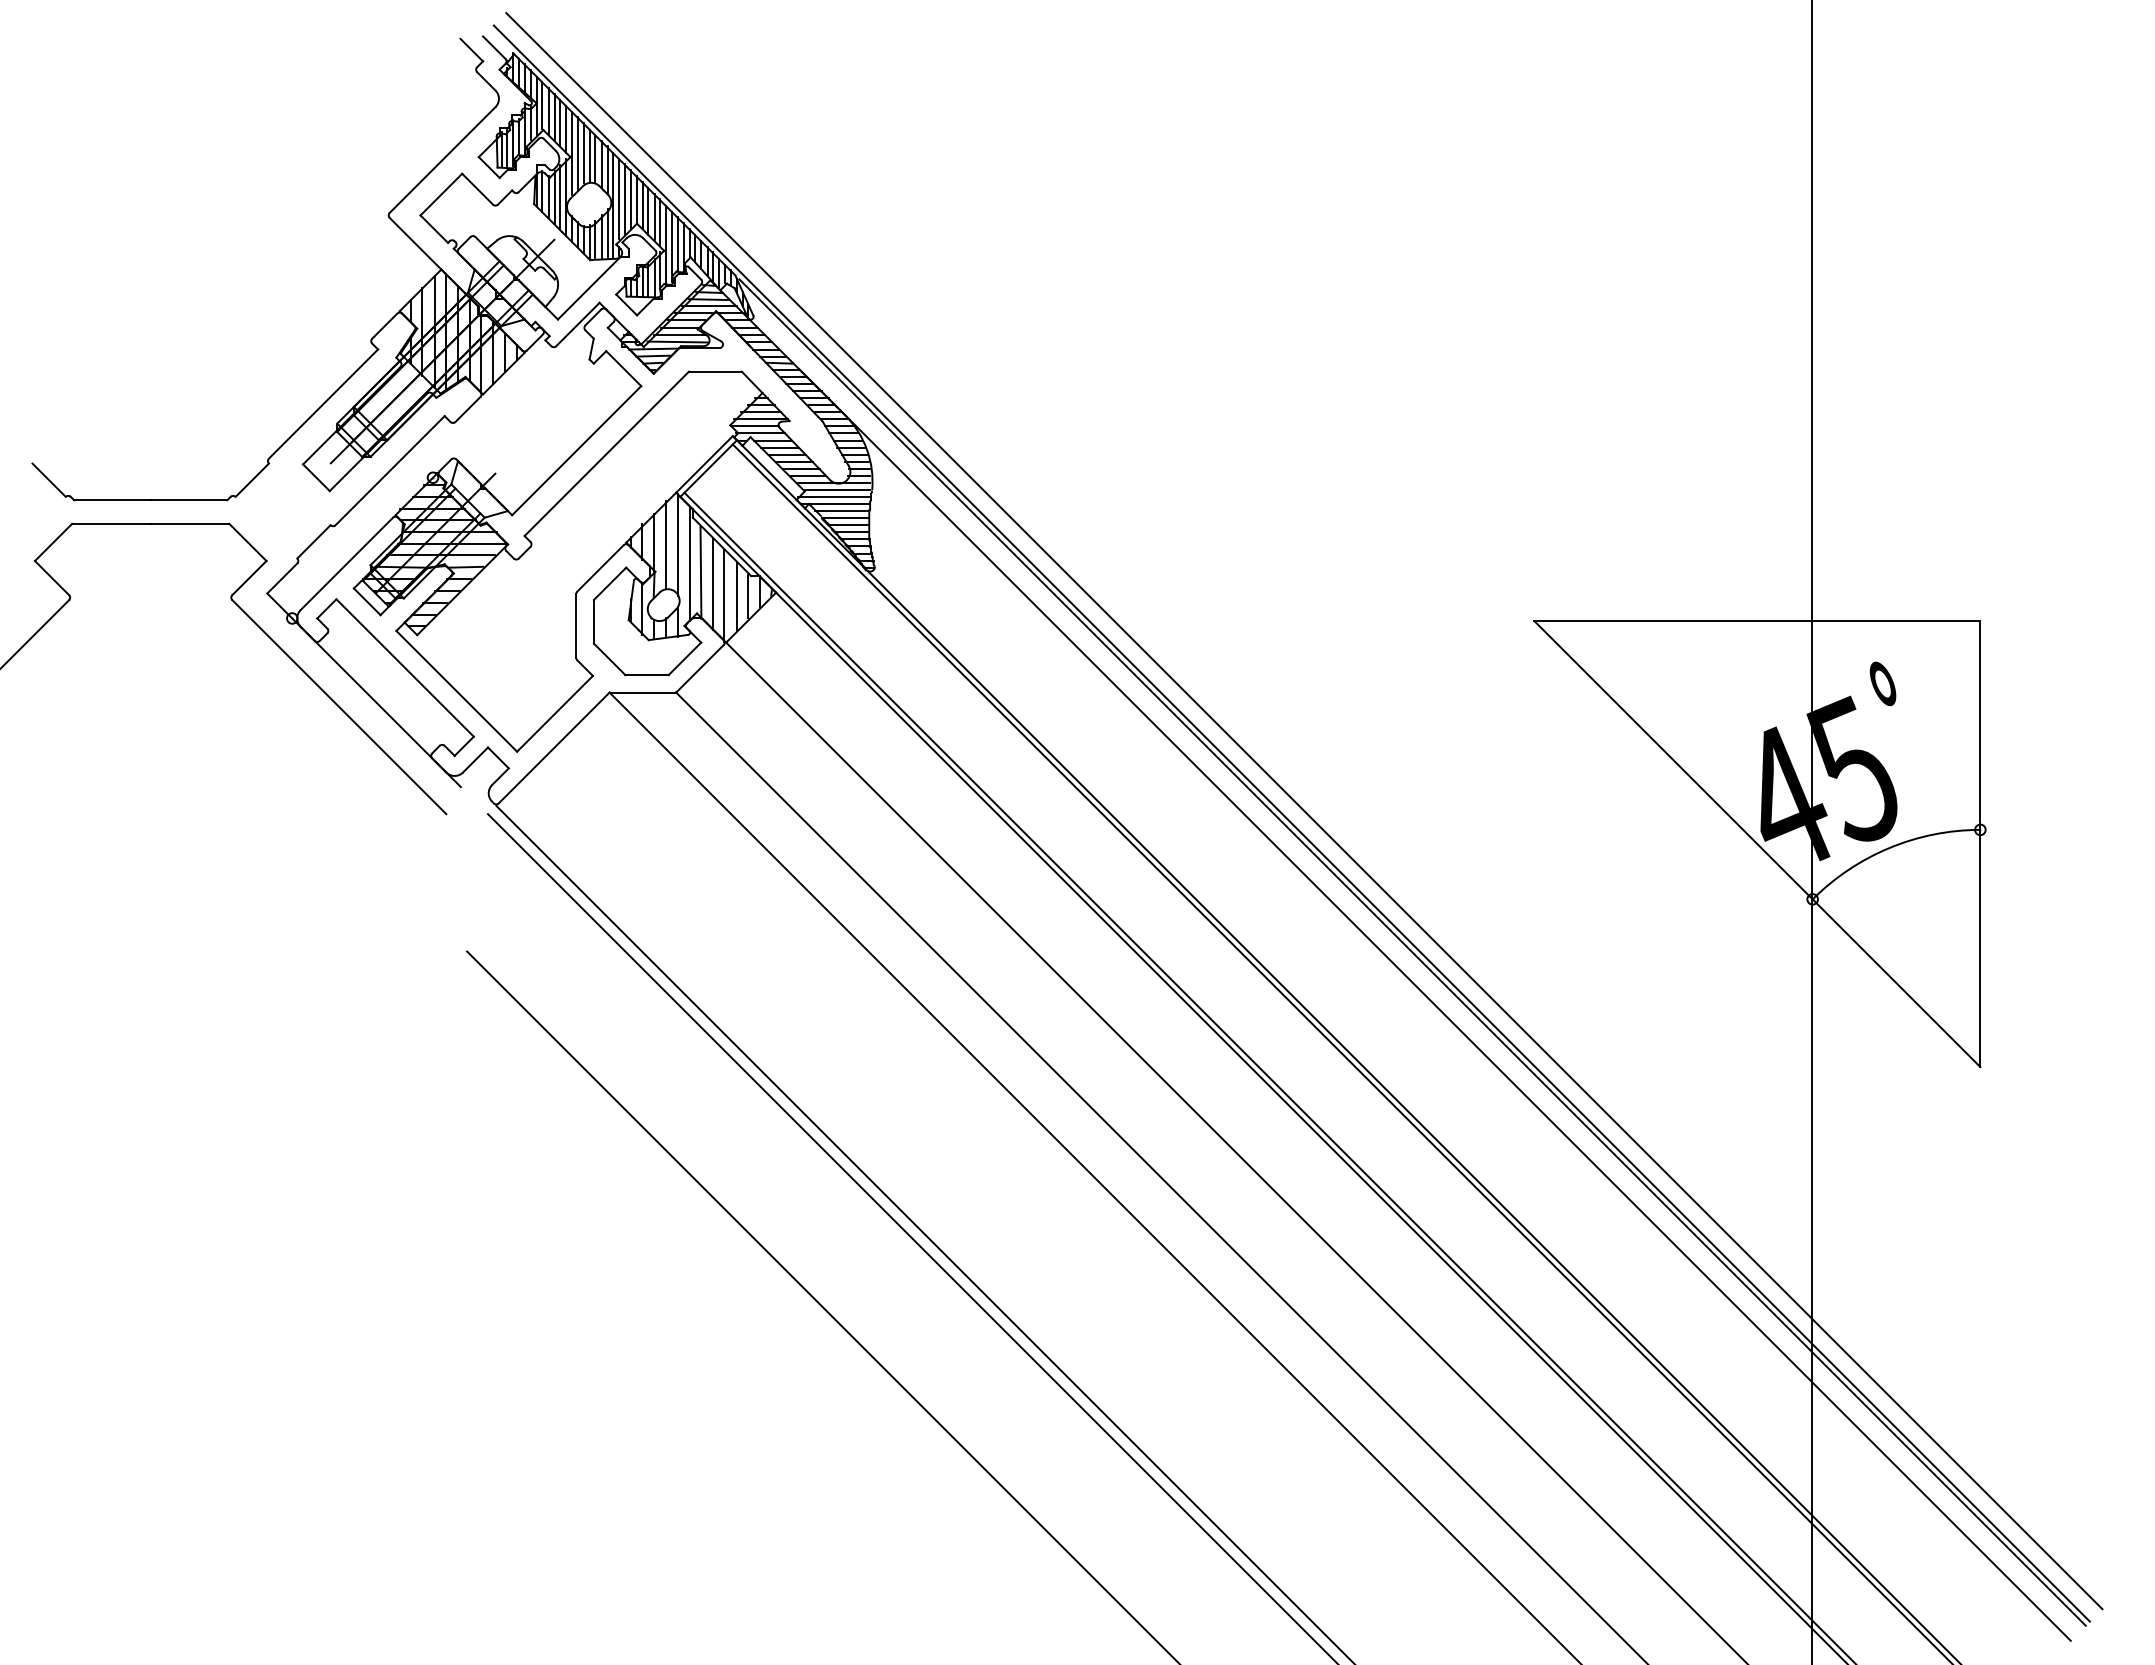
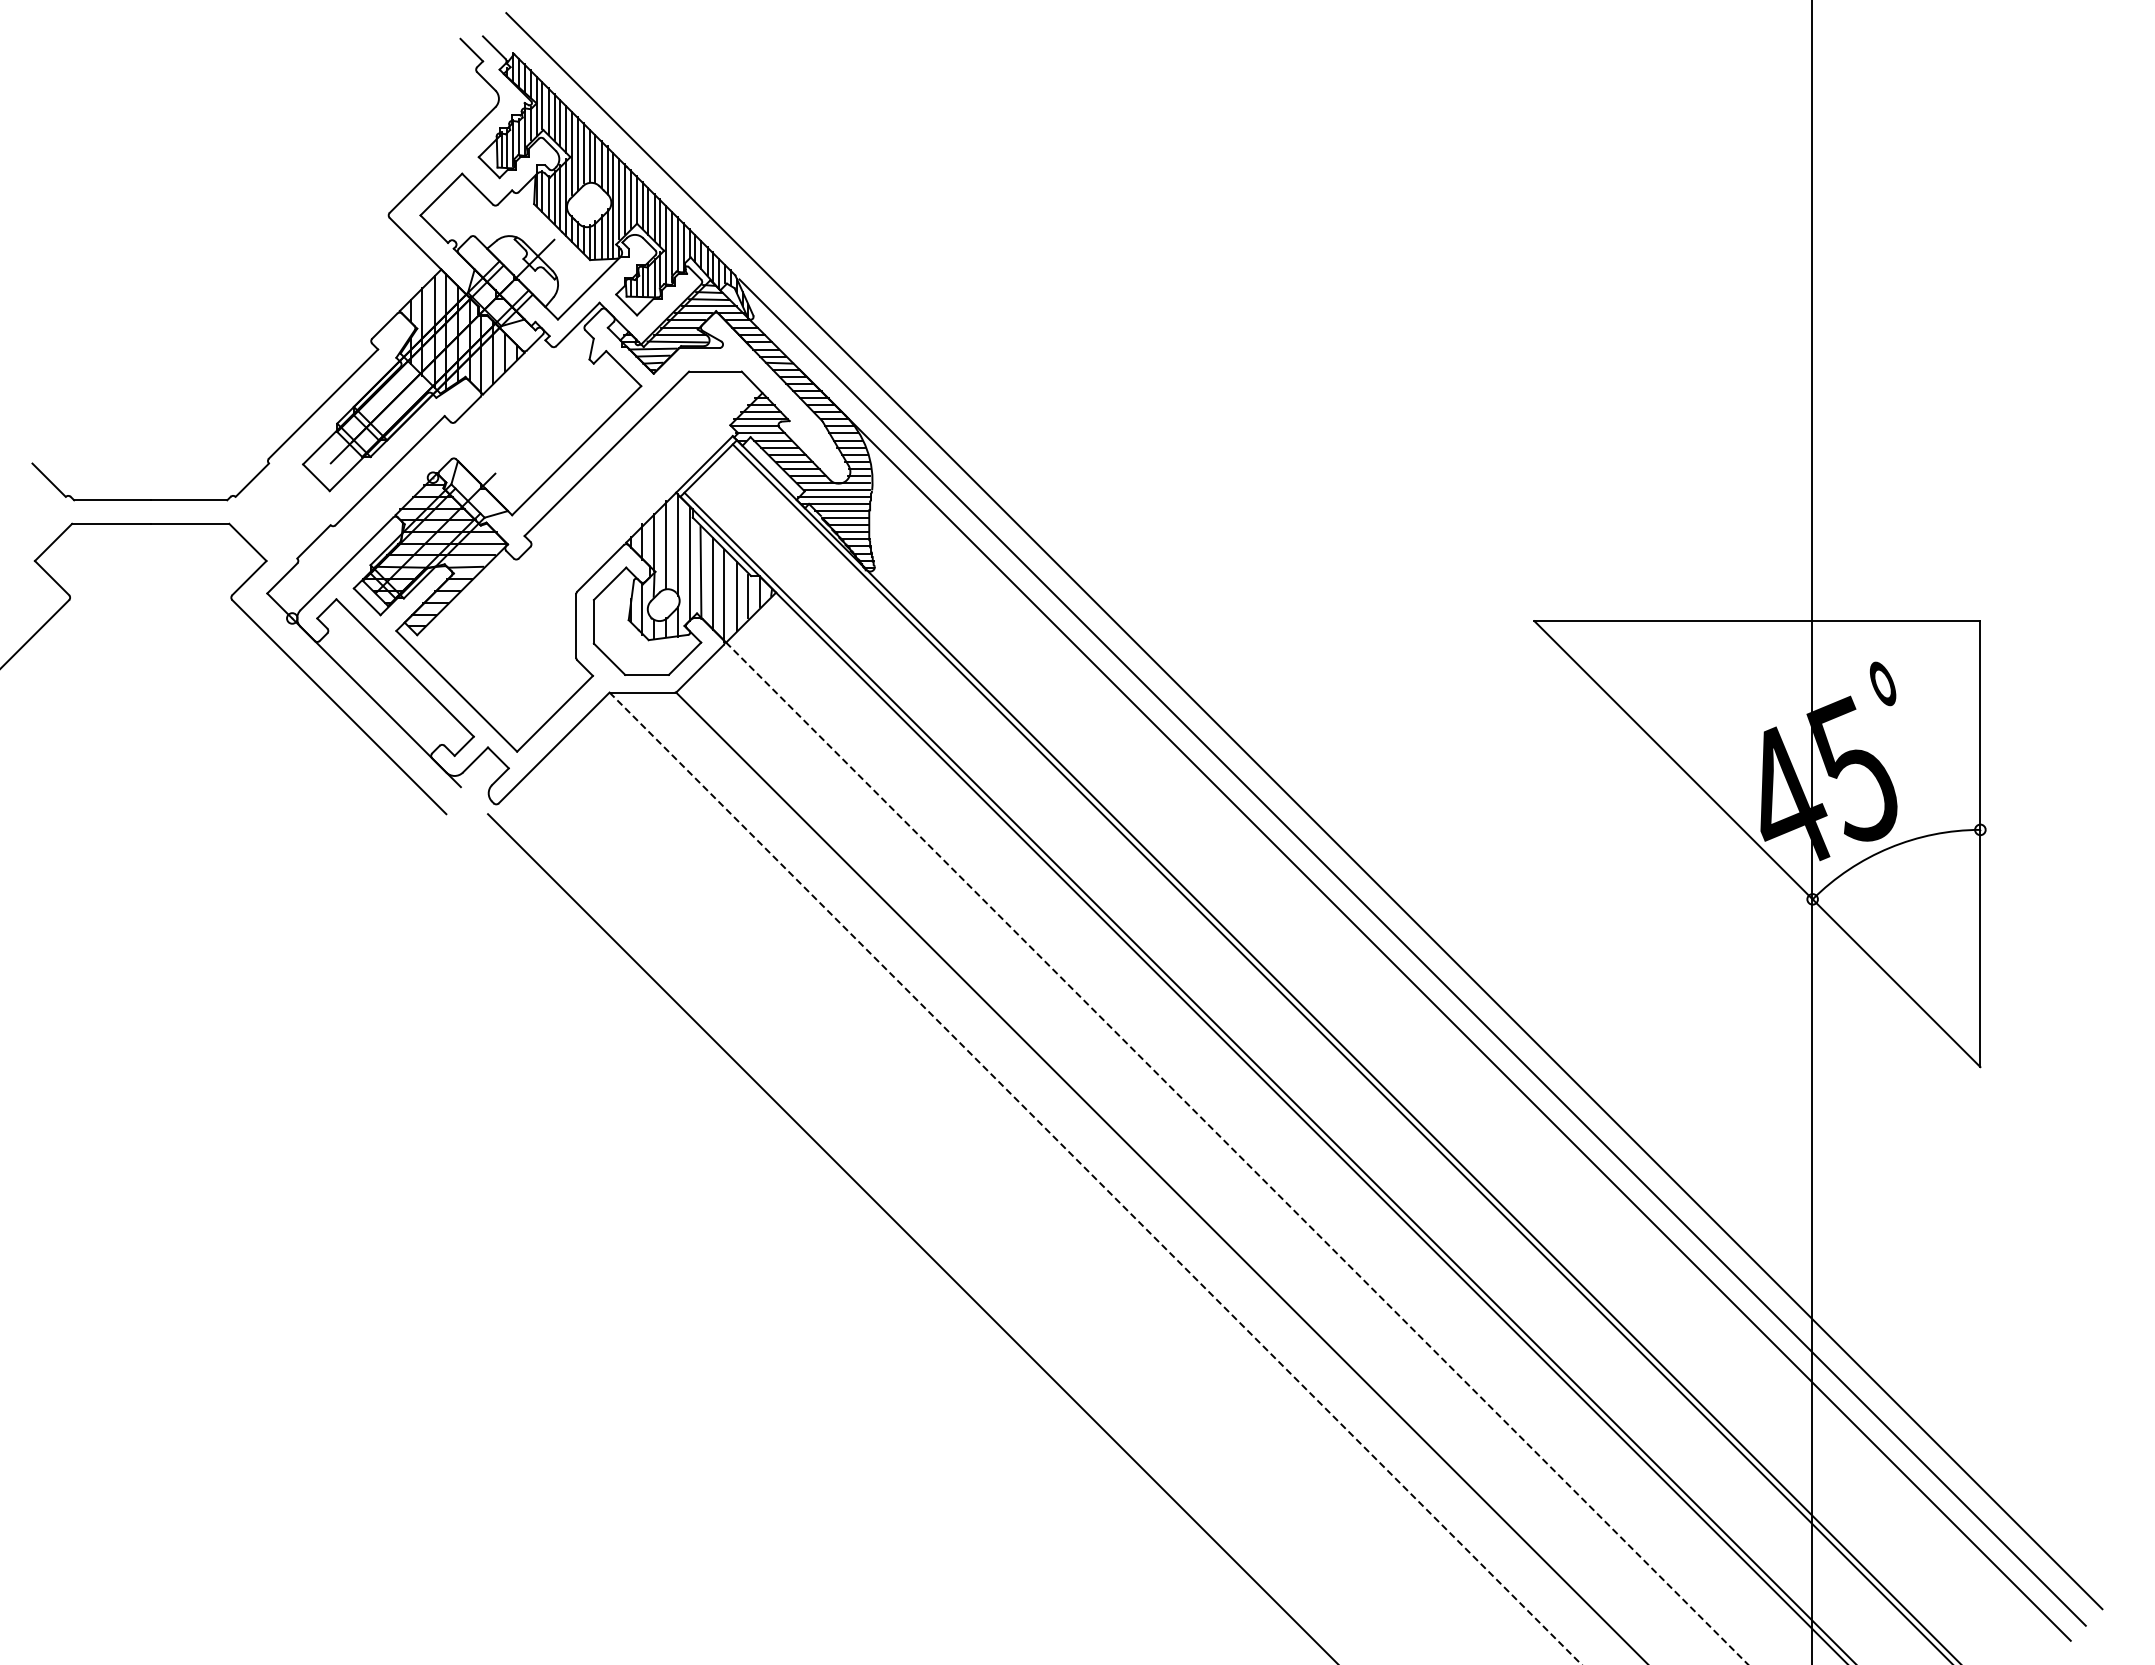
line at (1291, 823): present -> none
line at (1237, 1153): solid -> dashed
line at (1096, 1179): solid -> dashed
line at (924, 1233): present -> none
line at (822, 1306): present -> none
